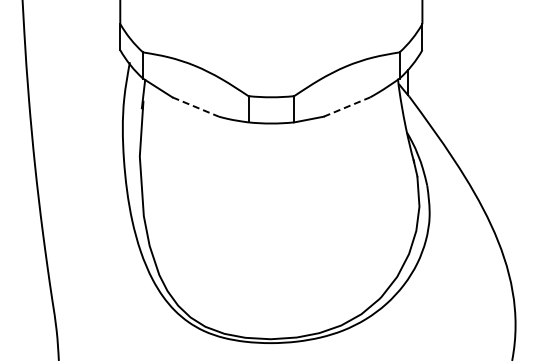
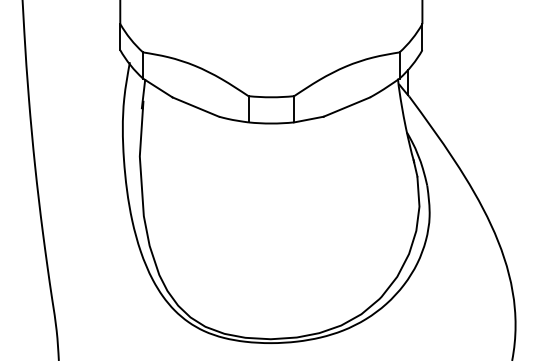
line at (347, 106): dashed -> solid
line at (196, 107): dashed -> solid
